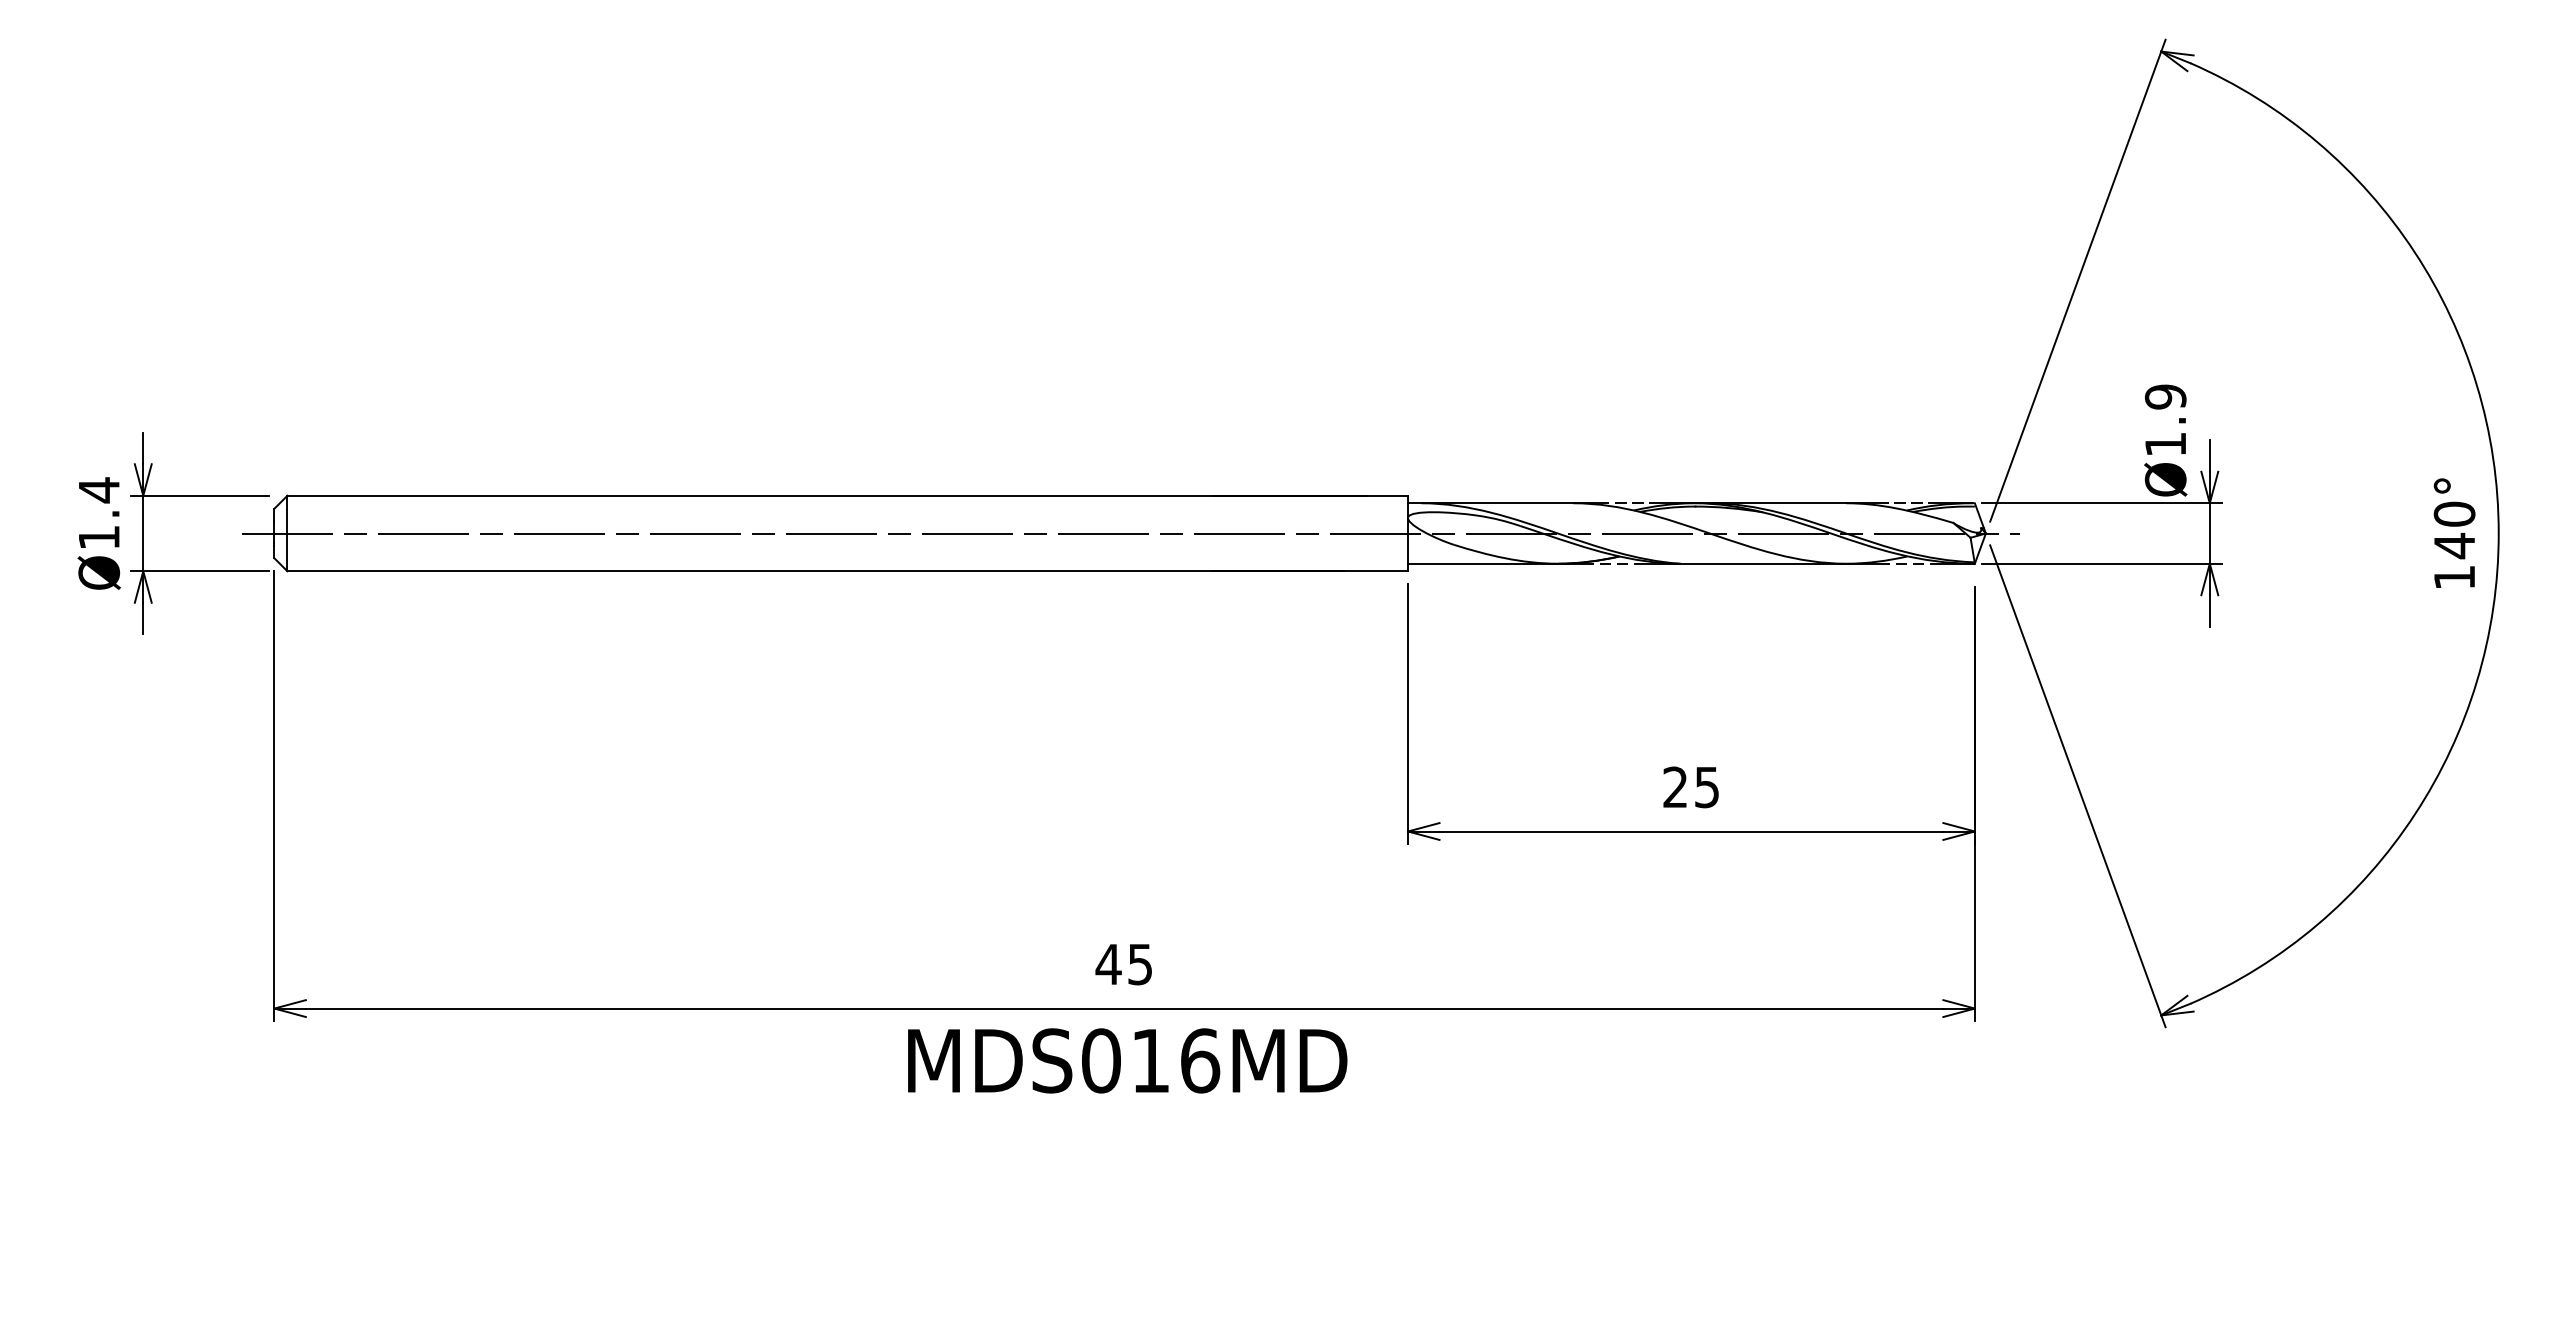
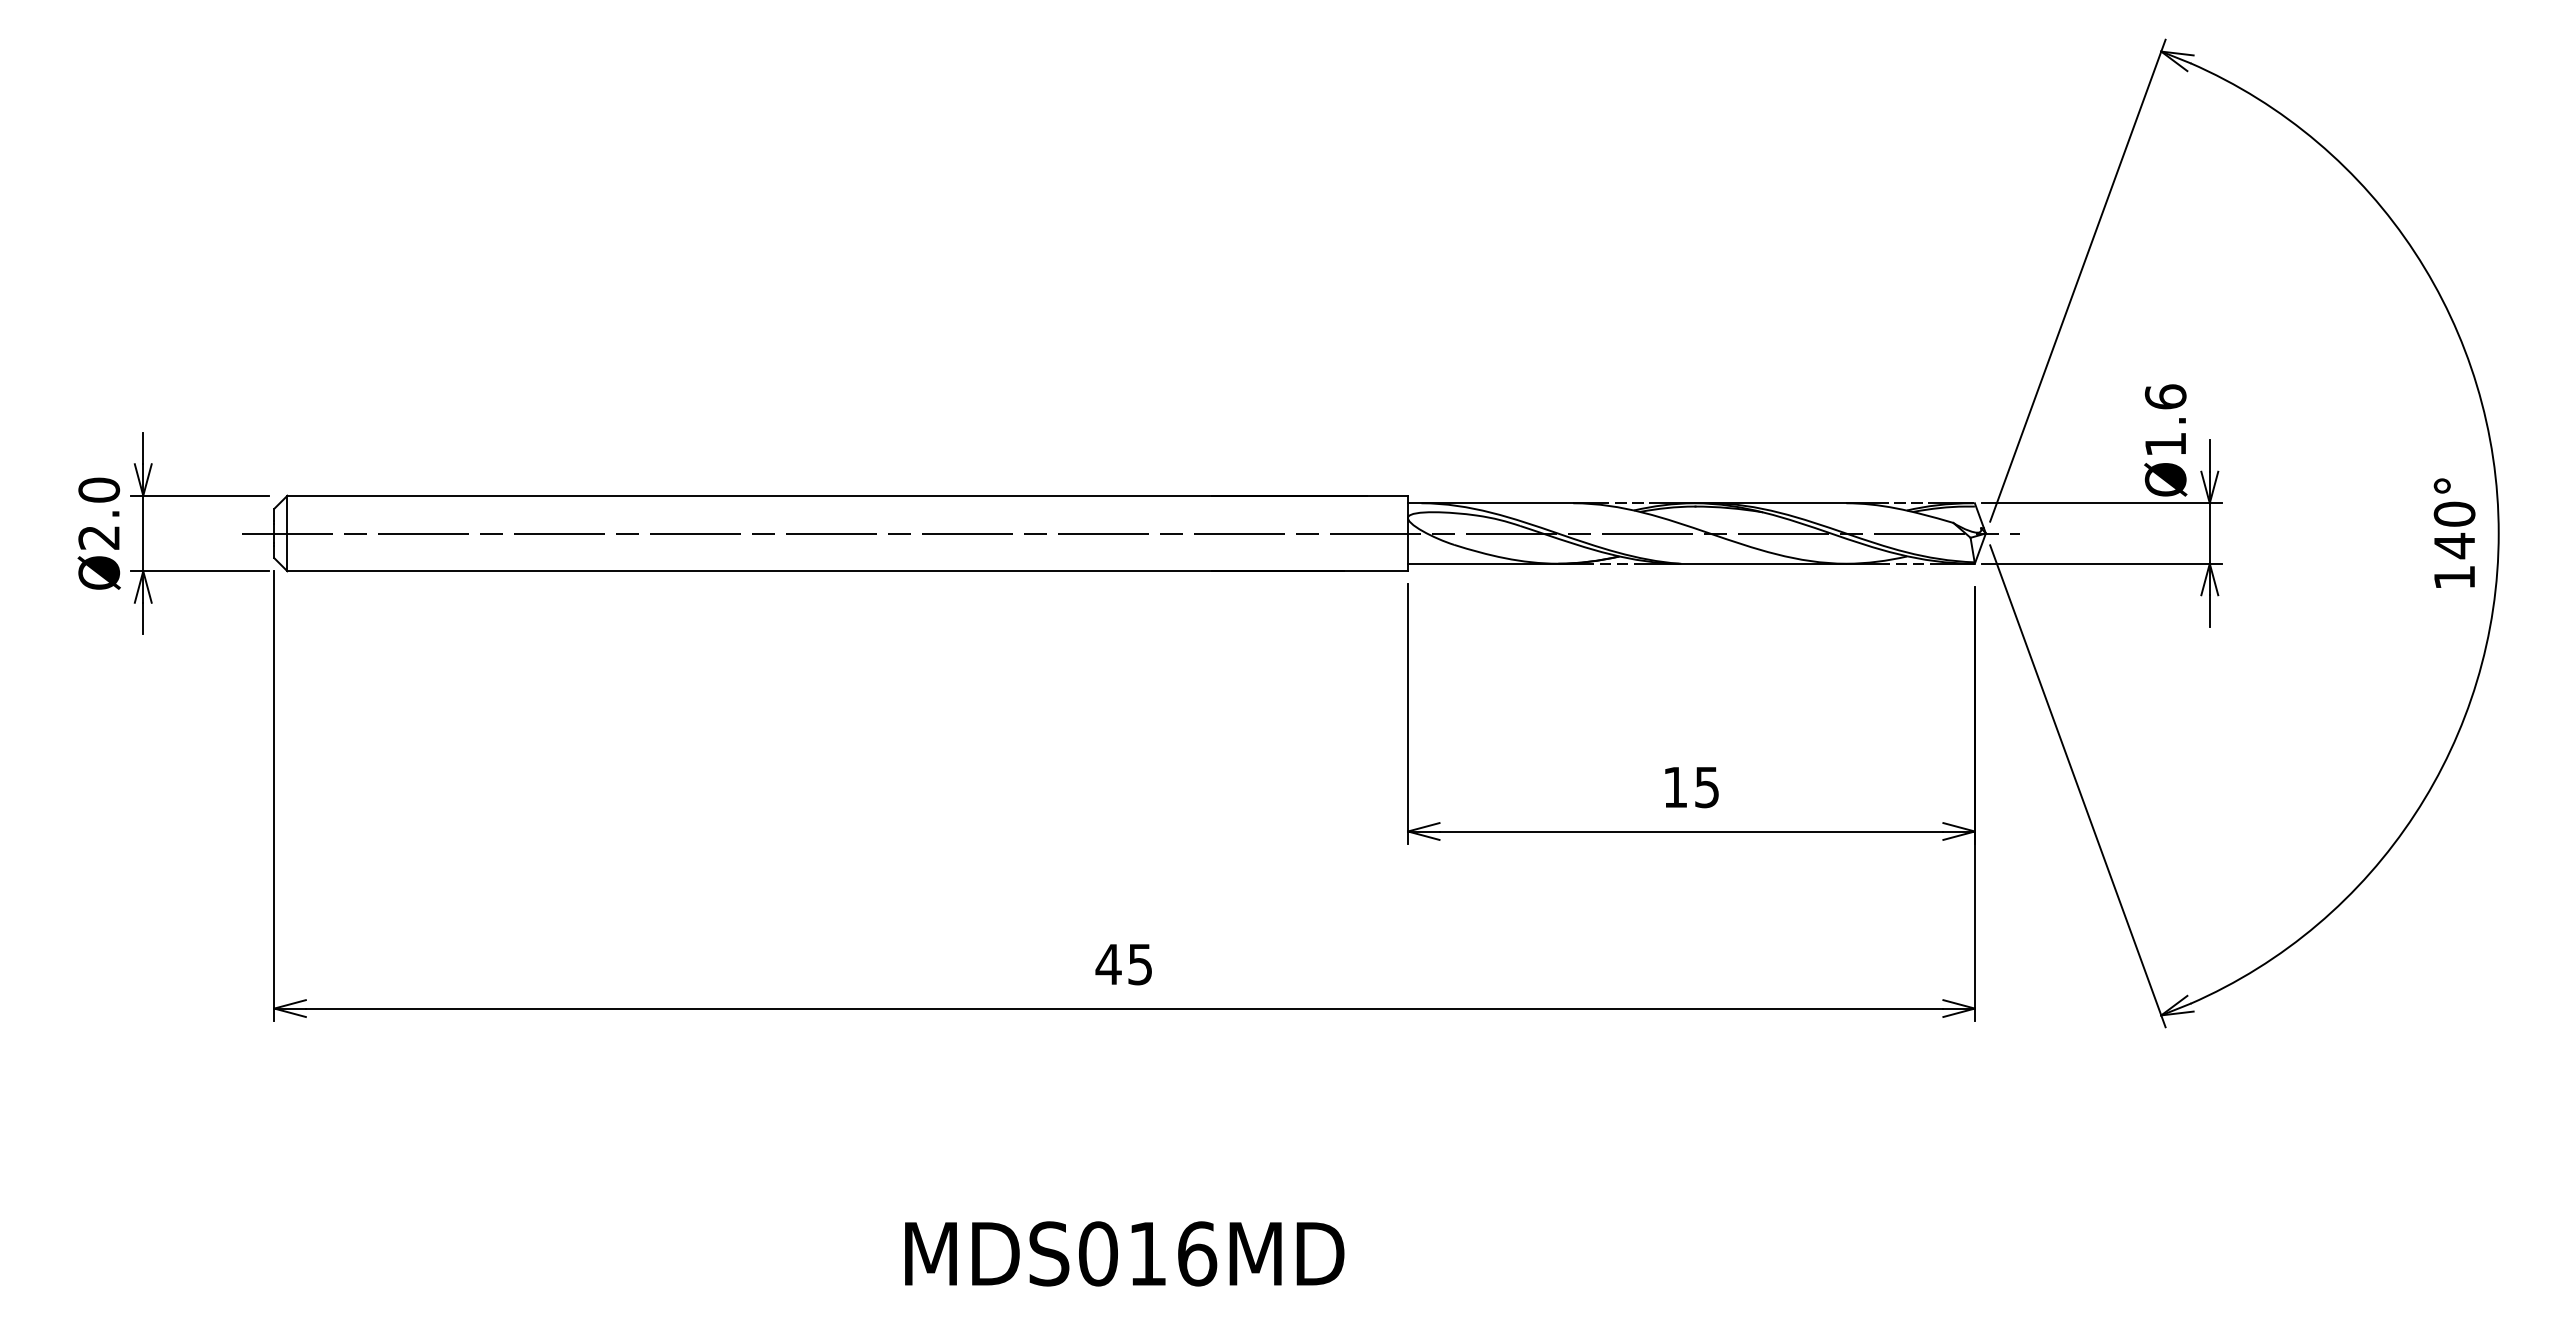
text at (2165, 396): Ø1.9 -> Ø1.6
text at (99, 513): Ø1.4 -> Ø2.0
text at (1674, 786): 25 -> 15
text at (1127, 1060) position: (1127, 1060) -> (1124, 1253)
